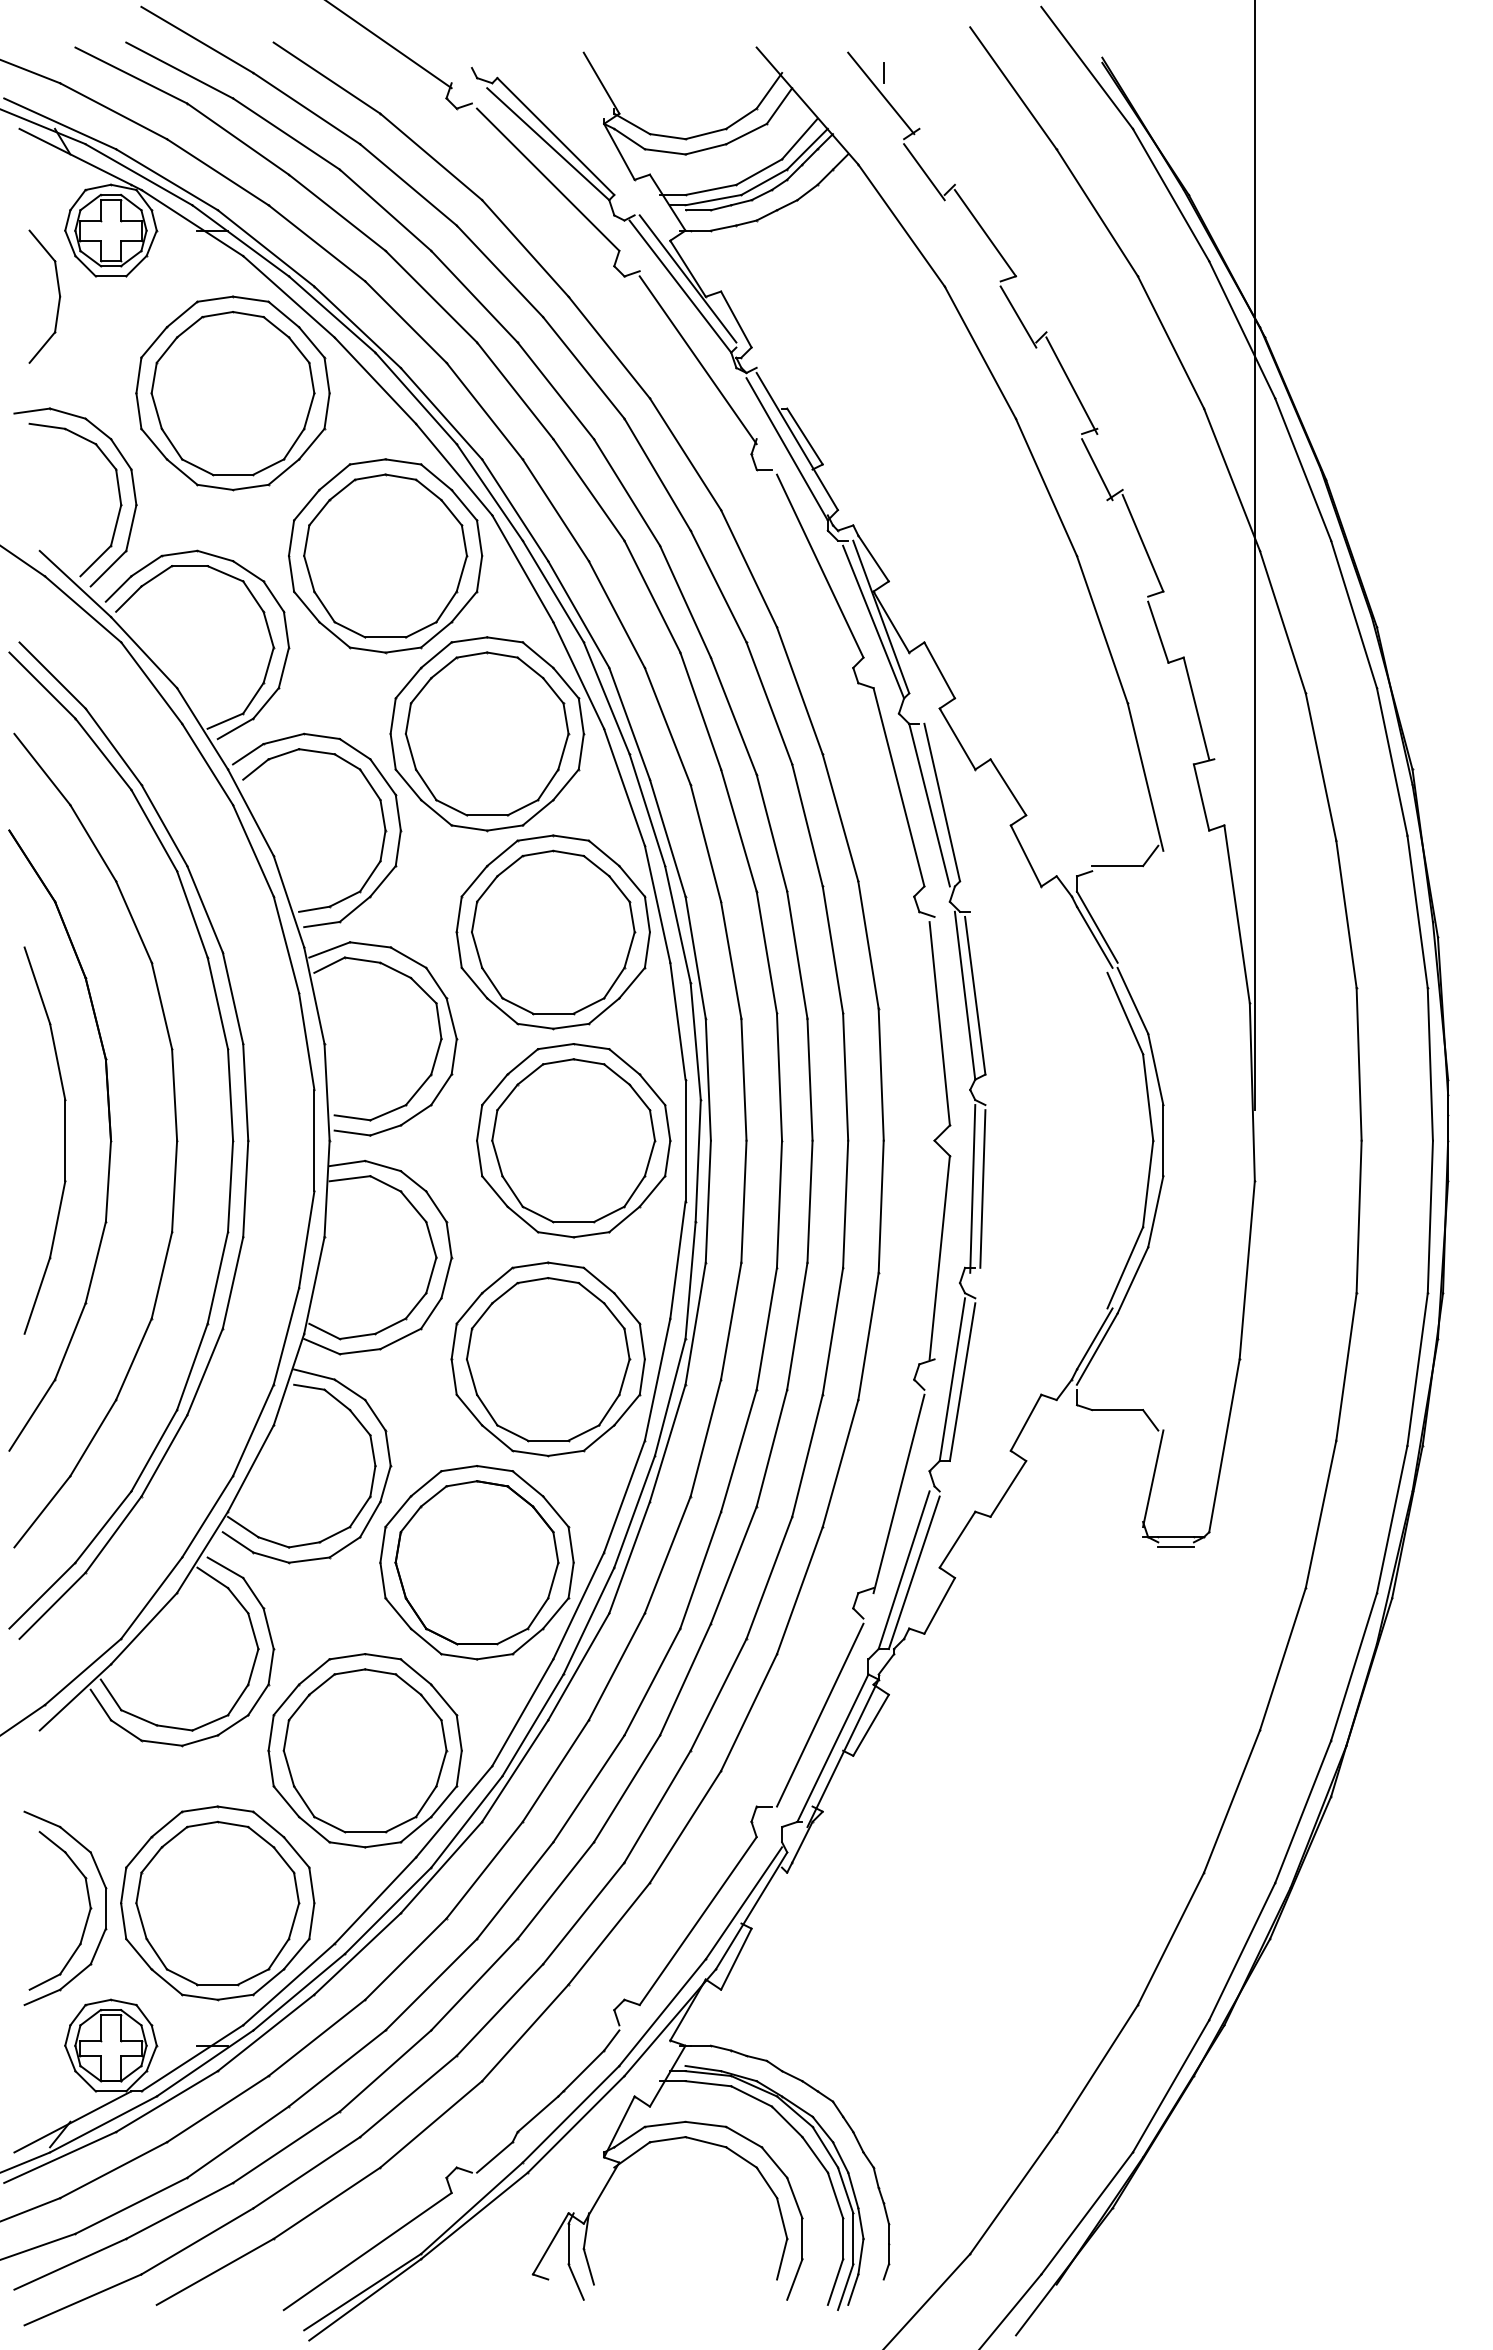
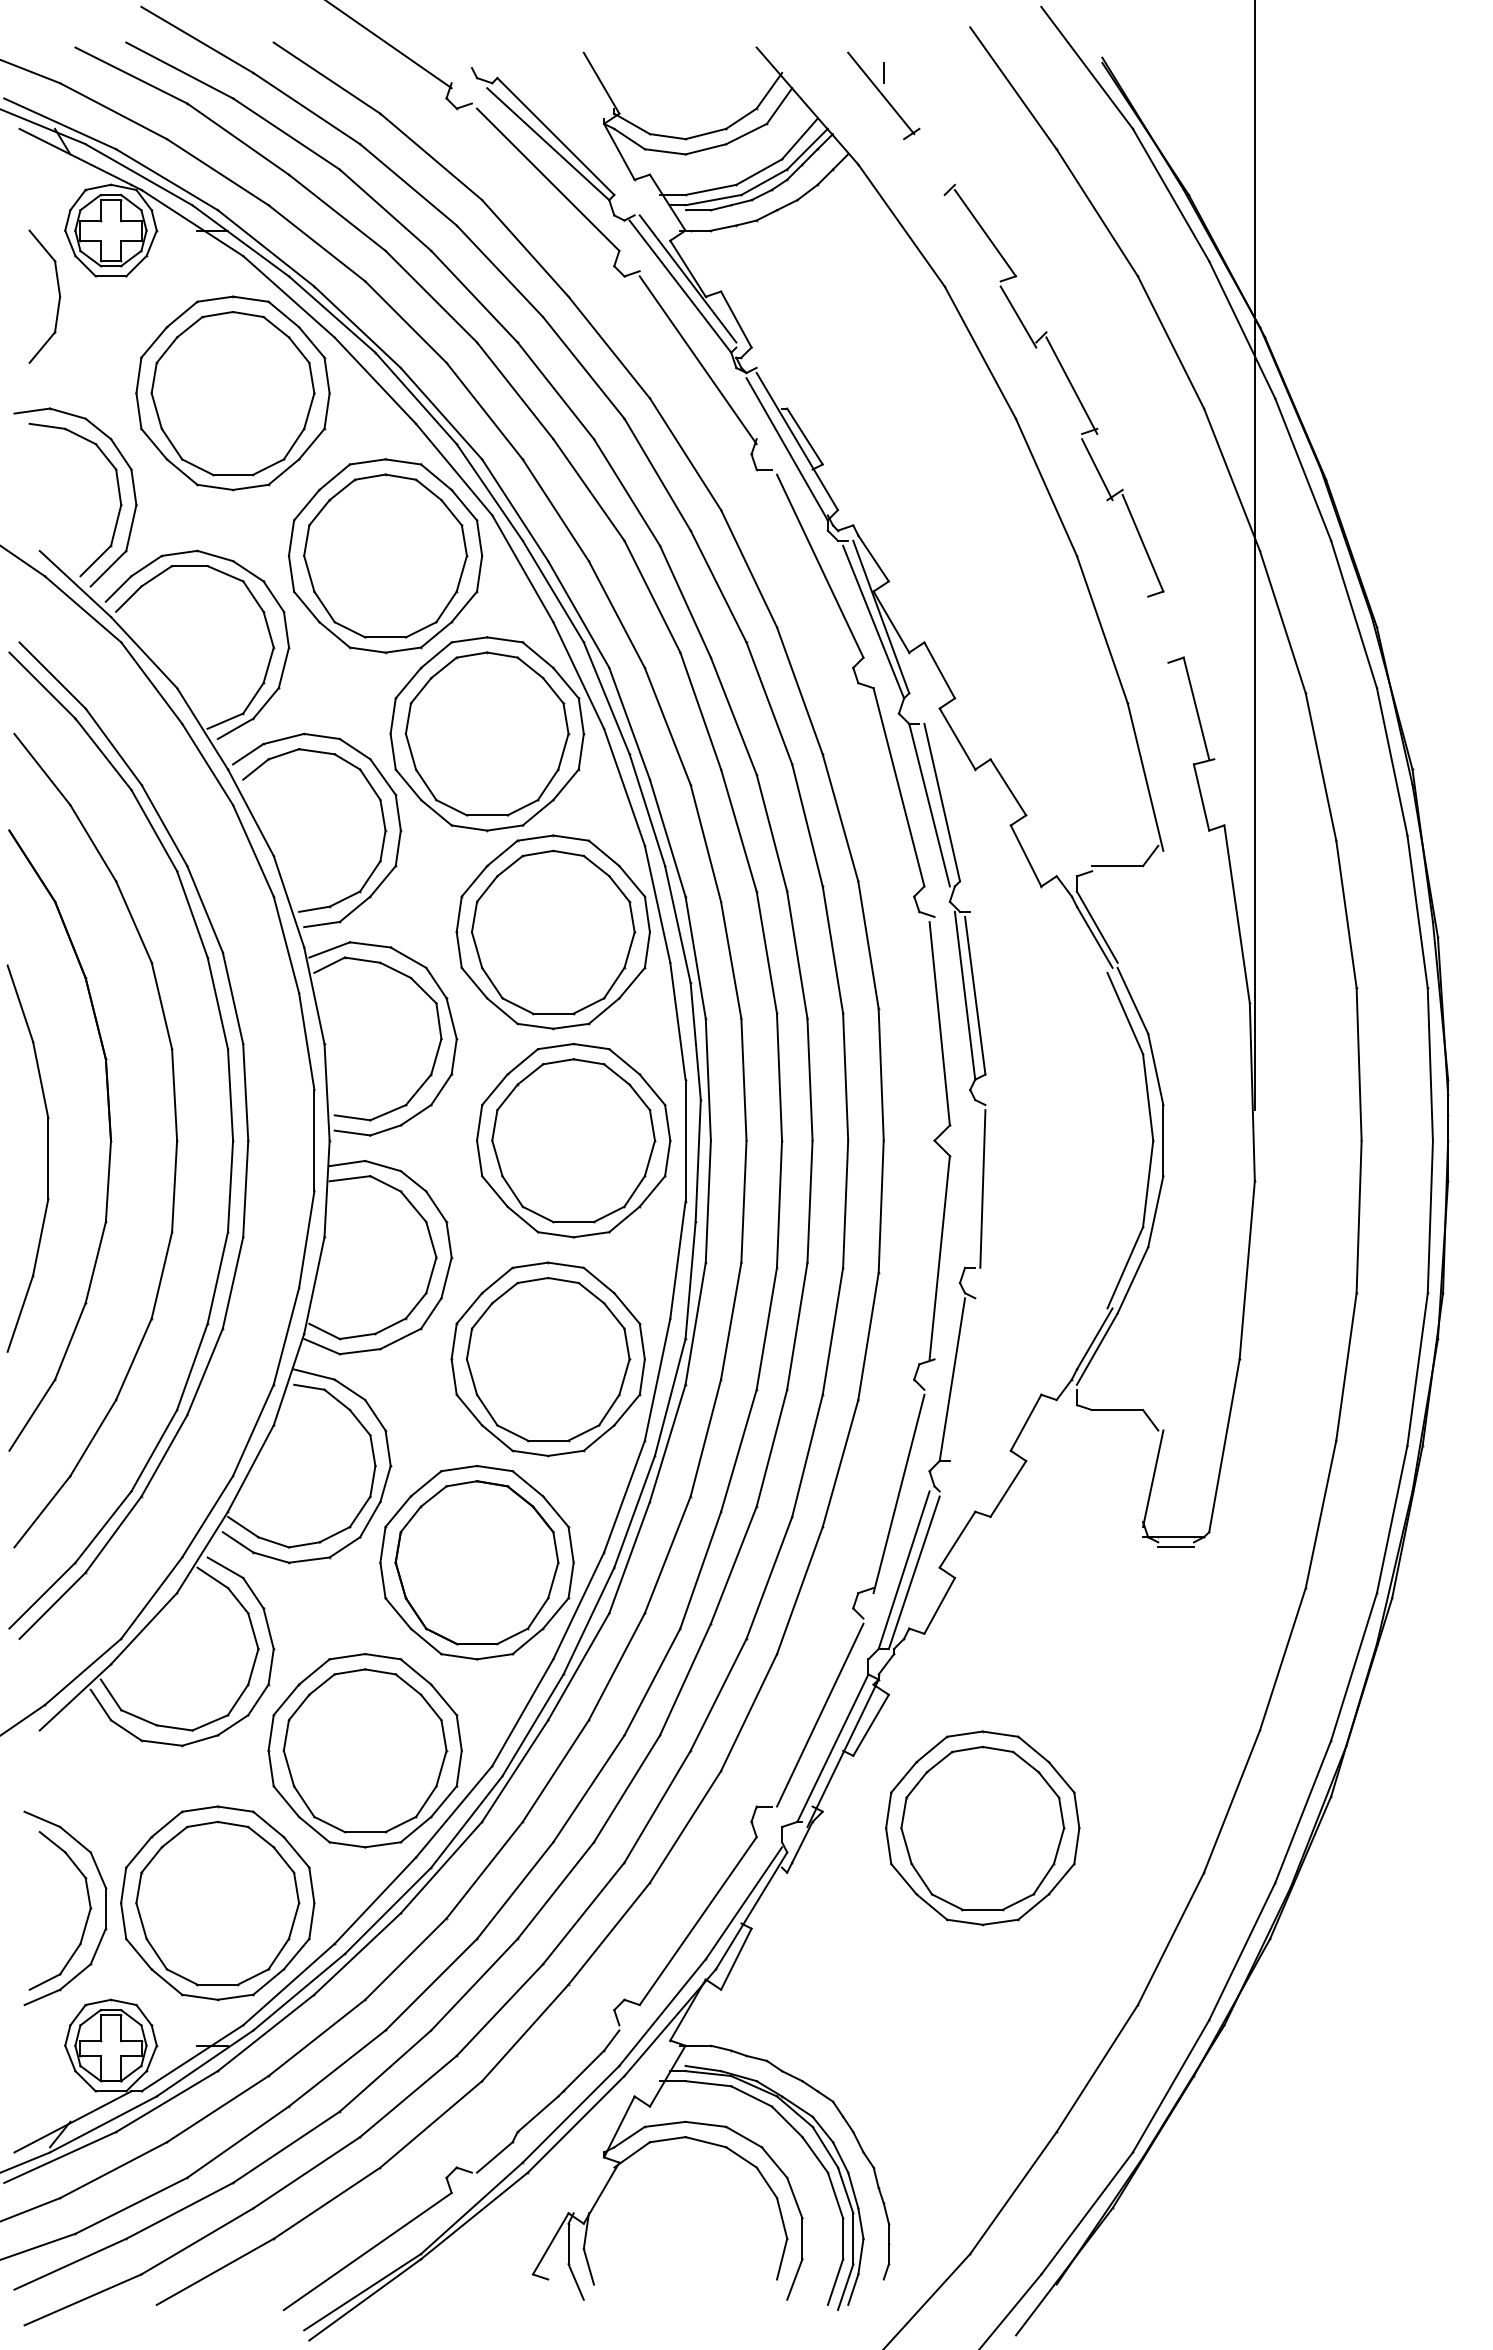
line at (924, 172): present -> none
line at (1158, 631): present -> none
part at (64, 1140) position: (64, 1140) -> (47, 1158)
line at (972, 1188): present -> none
line at (962, 1382): present -> none
part at (982, 1828): none -> present
